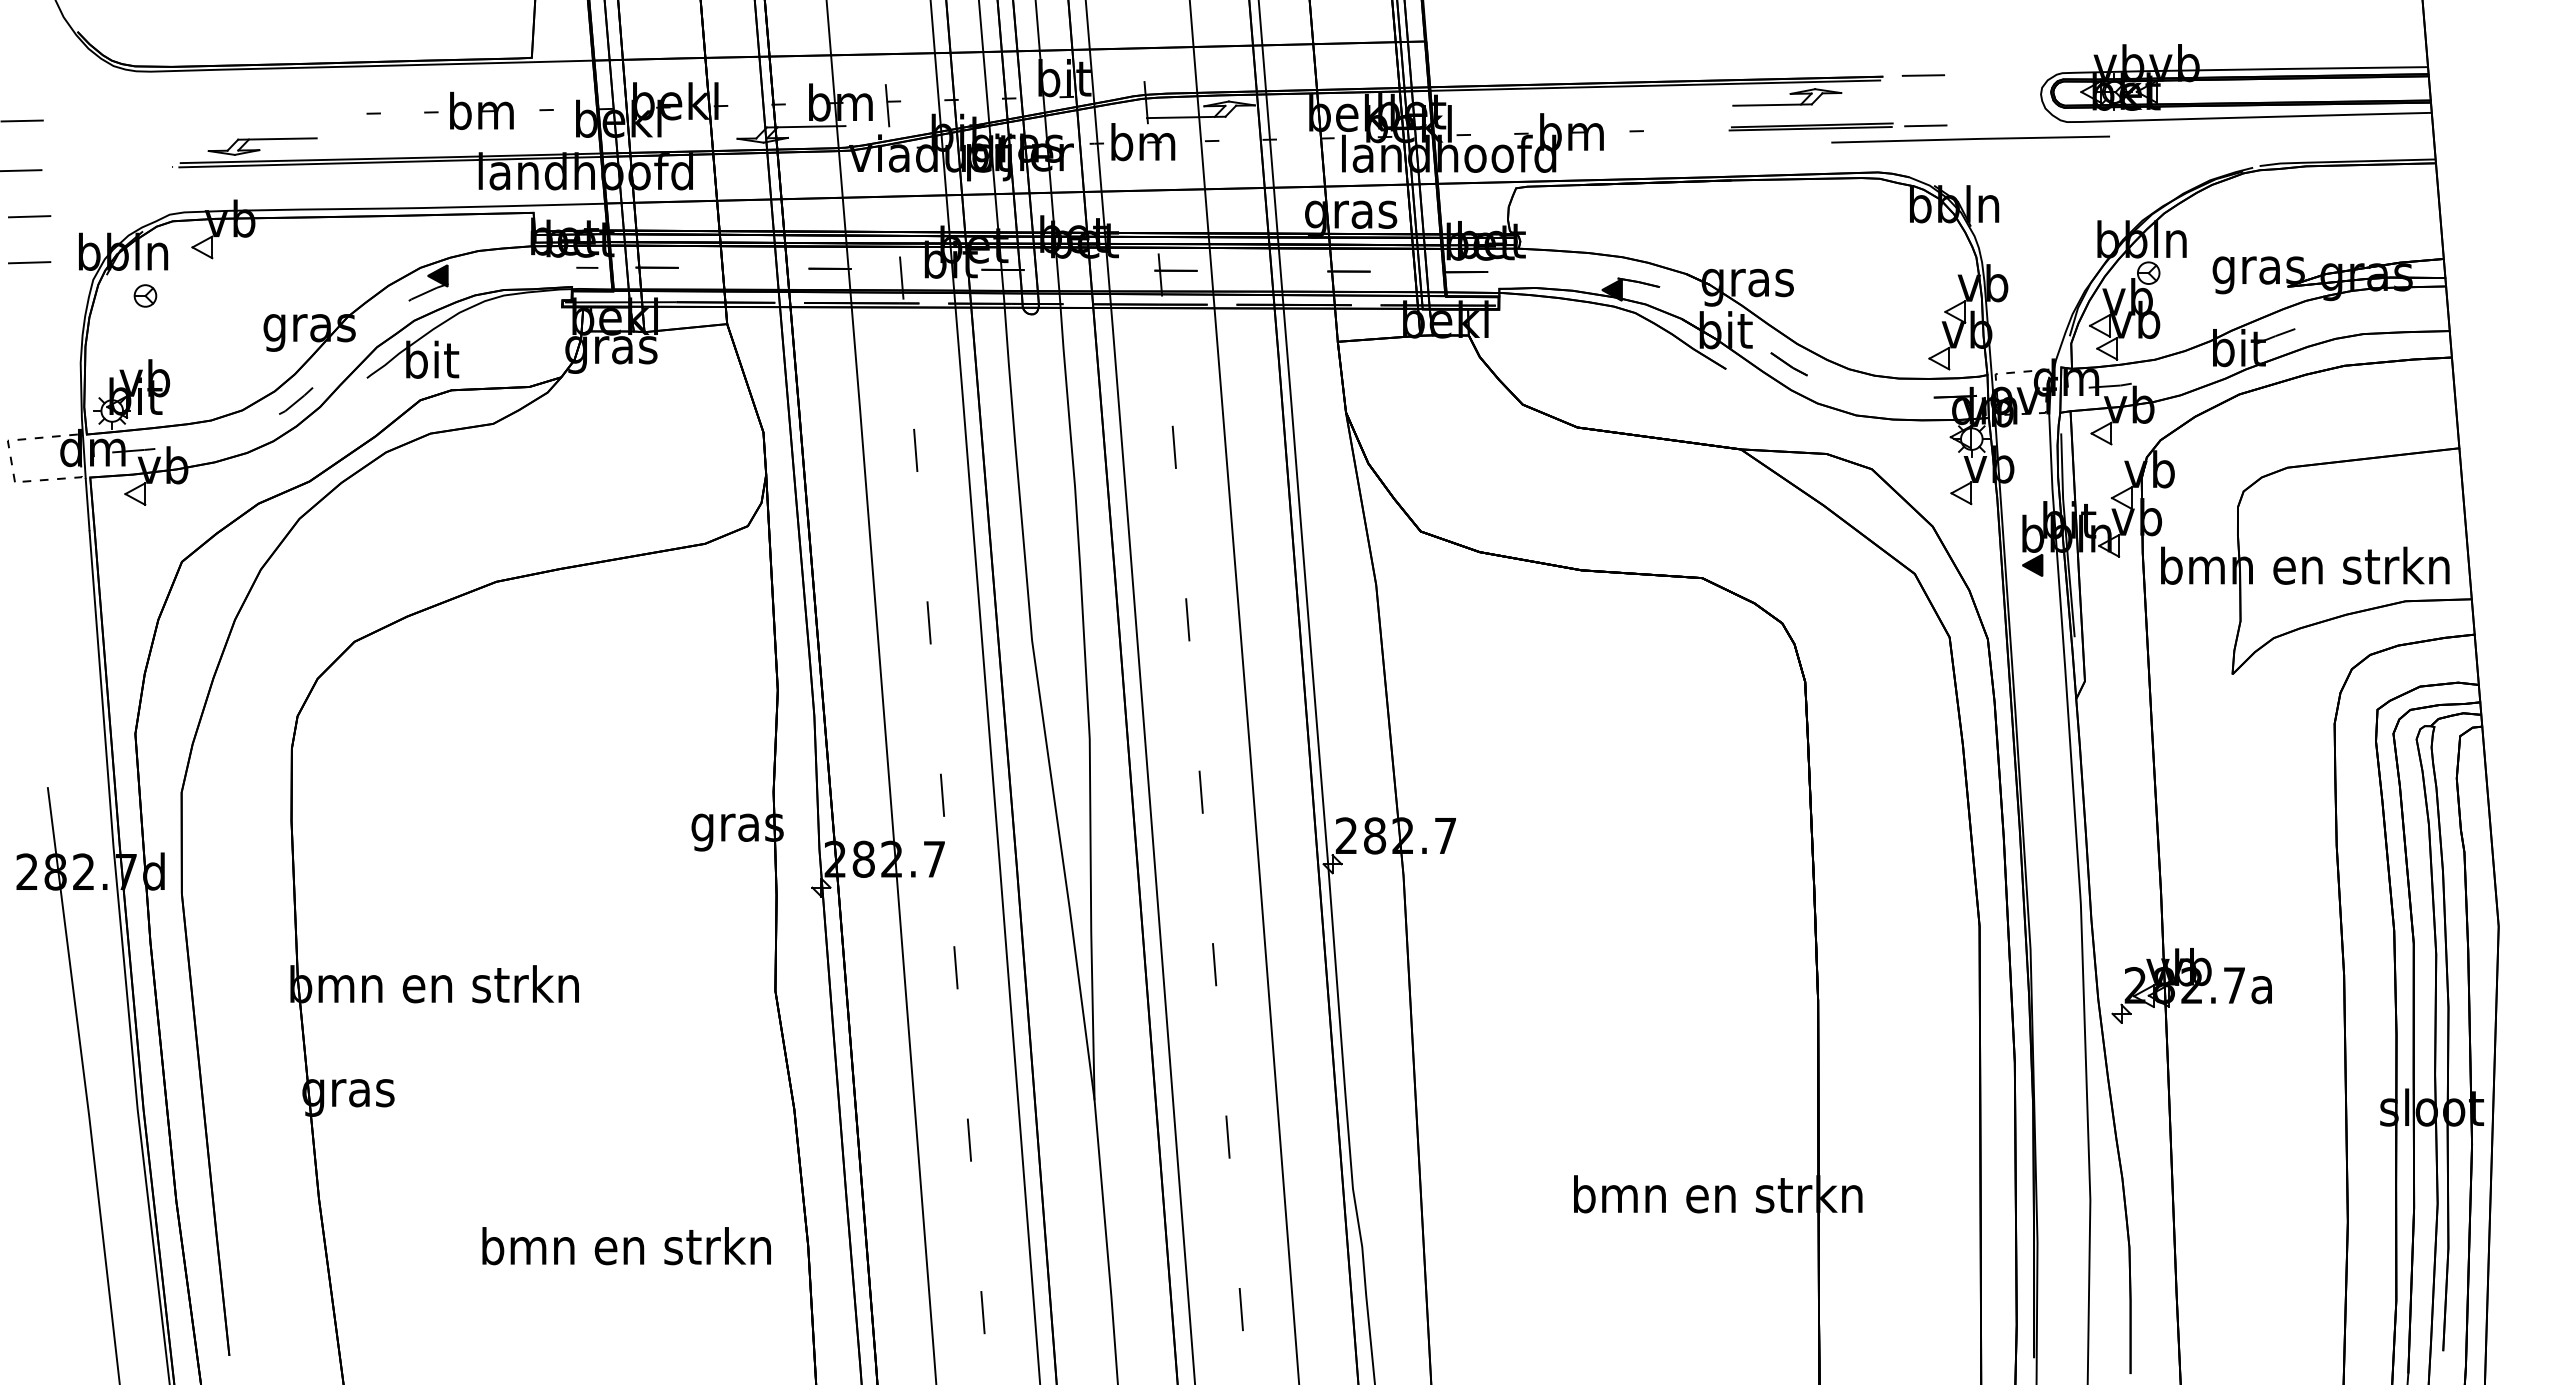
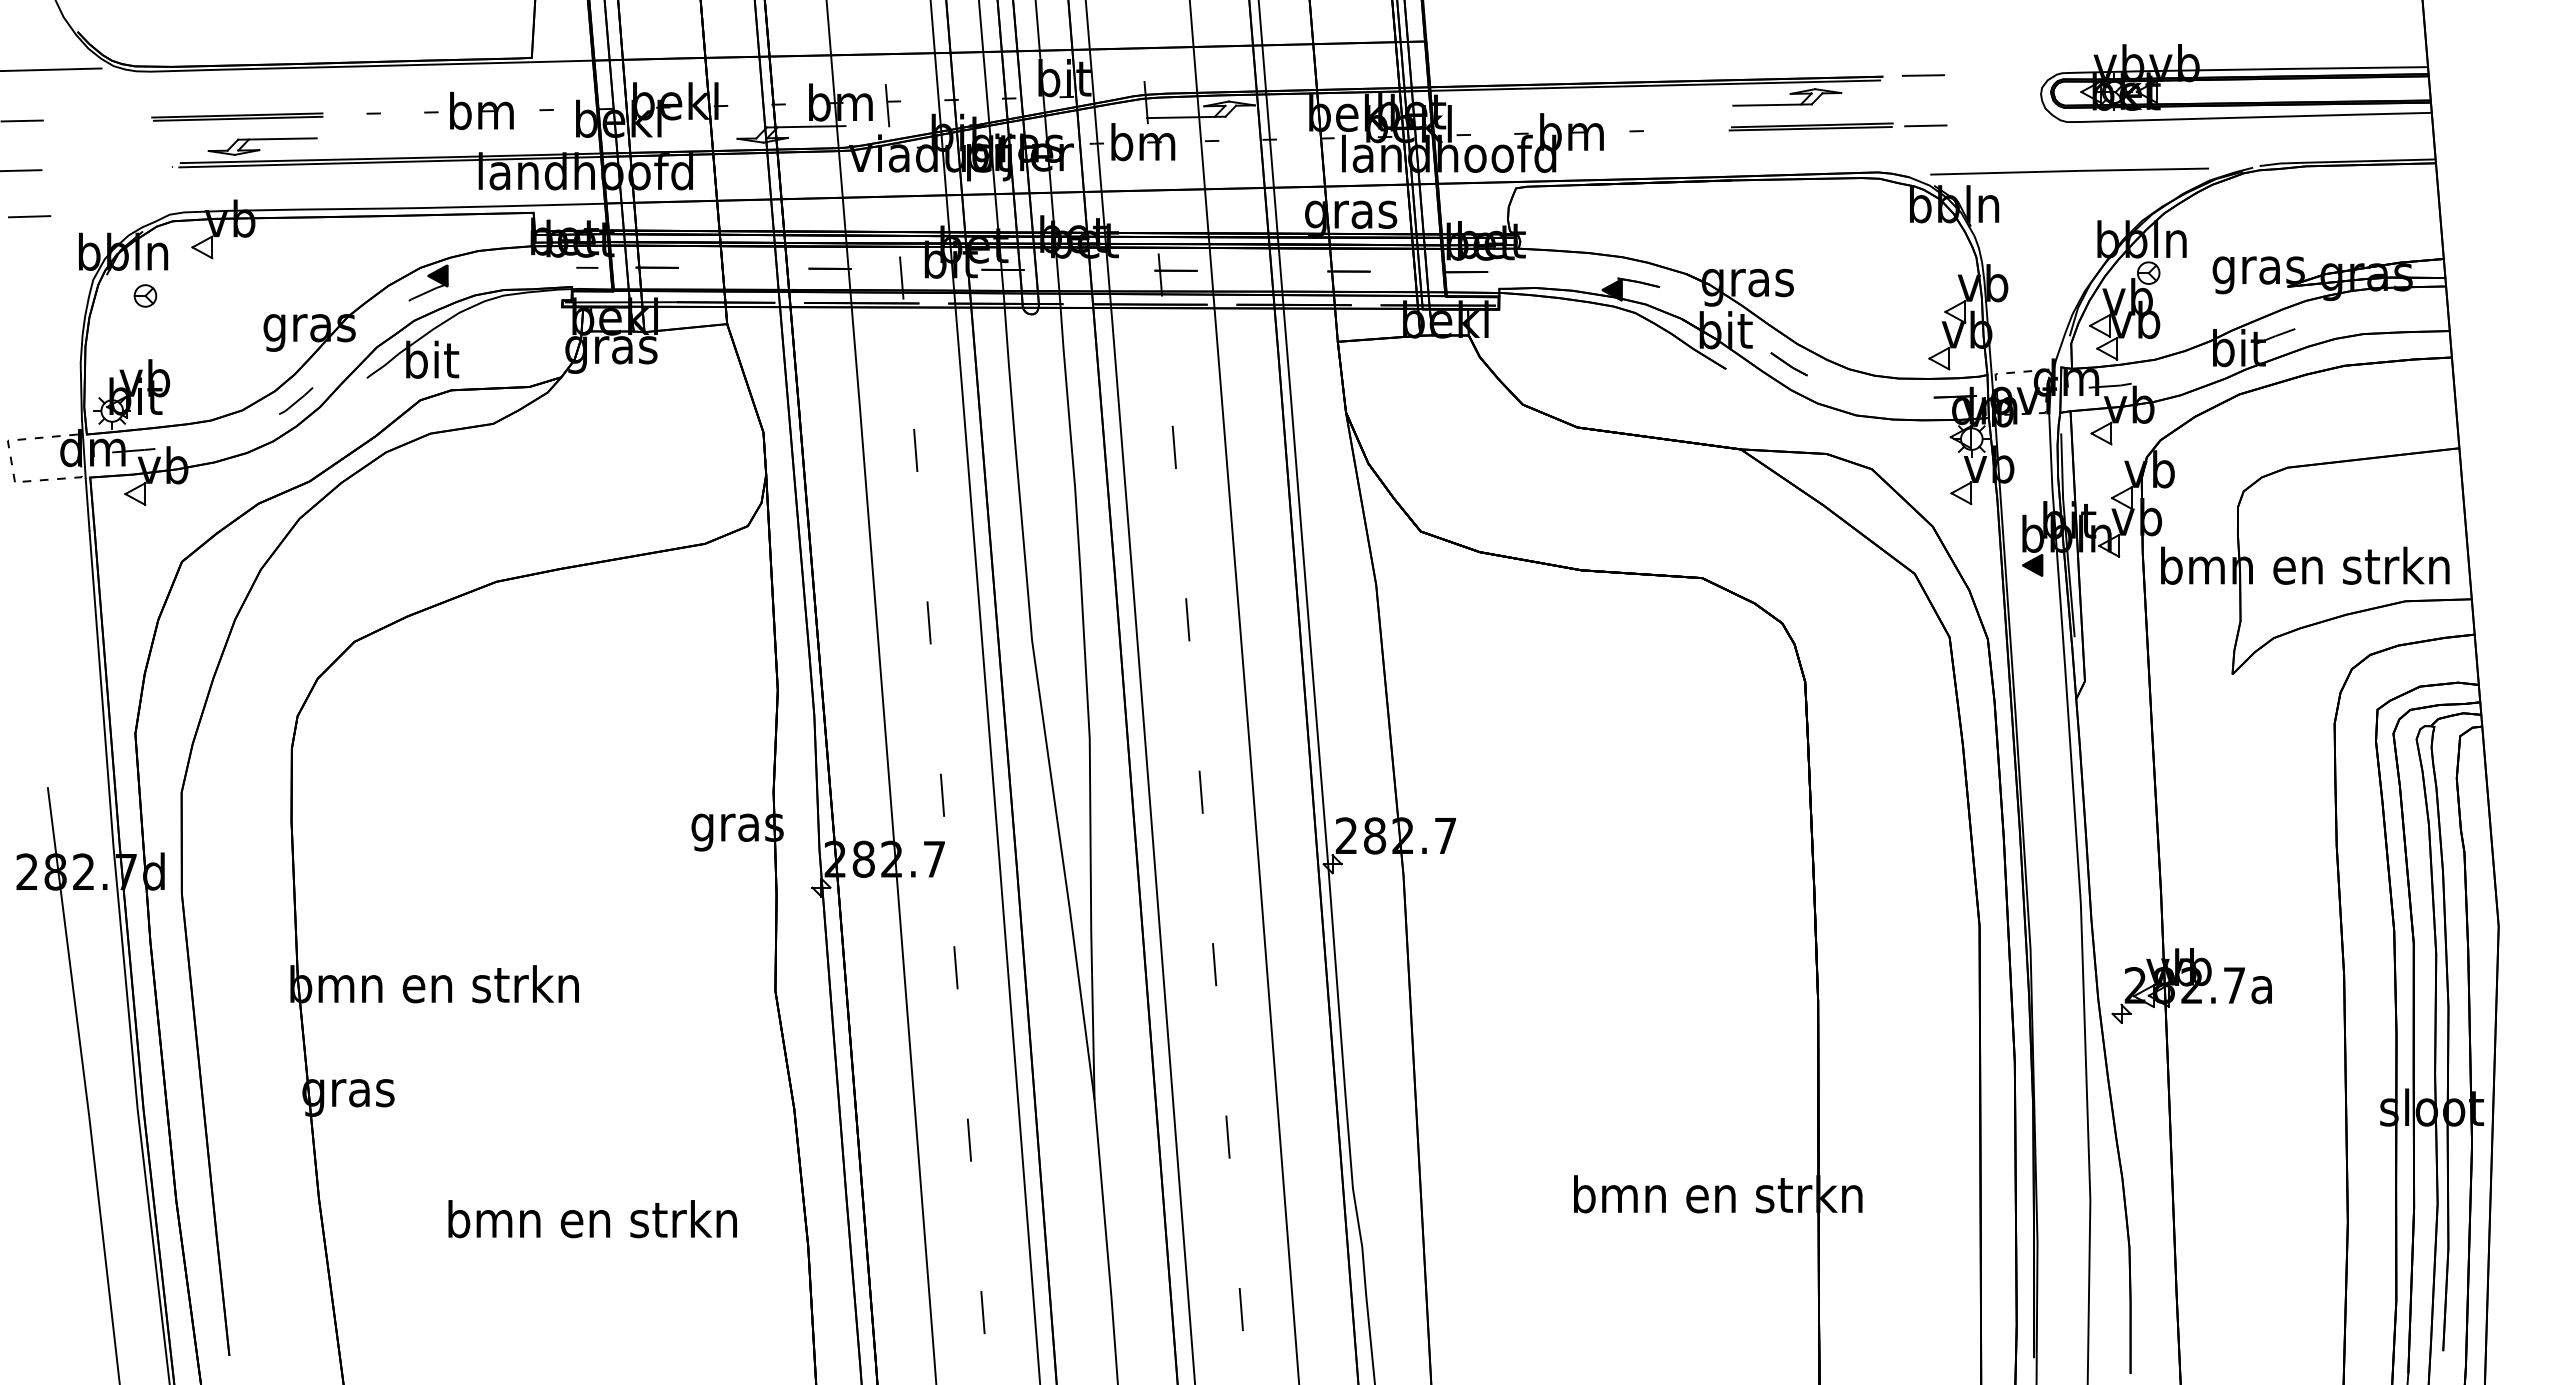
line at (51, 69): none -> present
part at (237, 116): none -> present
line at (1970, 139) position: (1970, 139) -> (2069, 171)
line at (29, 262): present -> none
text at (626, 1246) position: (626, 1246) -> (592, 1219)
